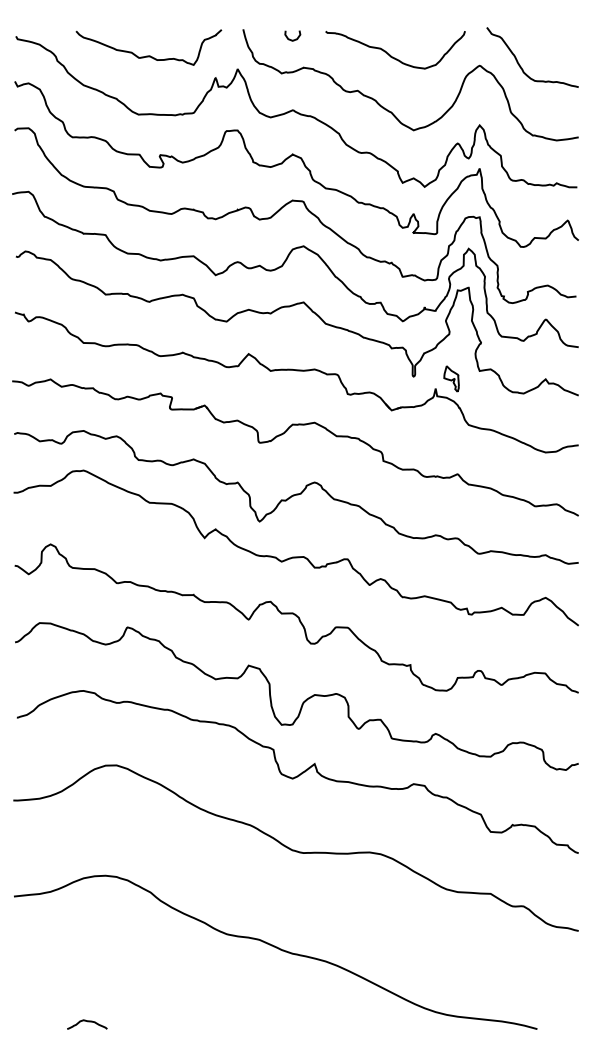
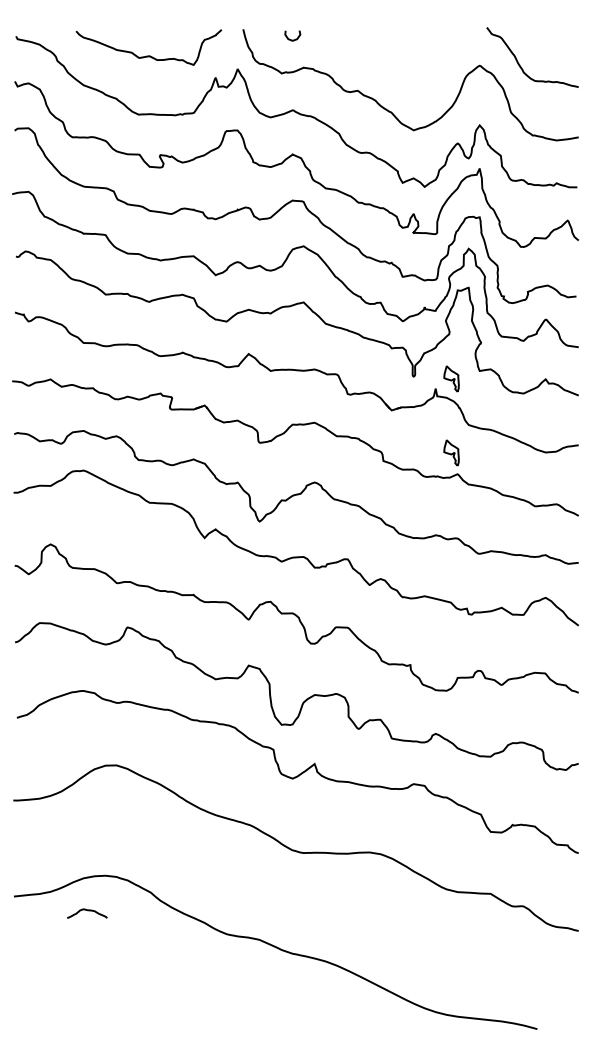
curve at (393, 56): present -> none
part at (451, 452): none -> present
curve at (87, 1022) position: (87, 1022) -> (87, 911)
